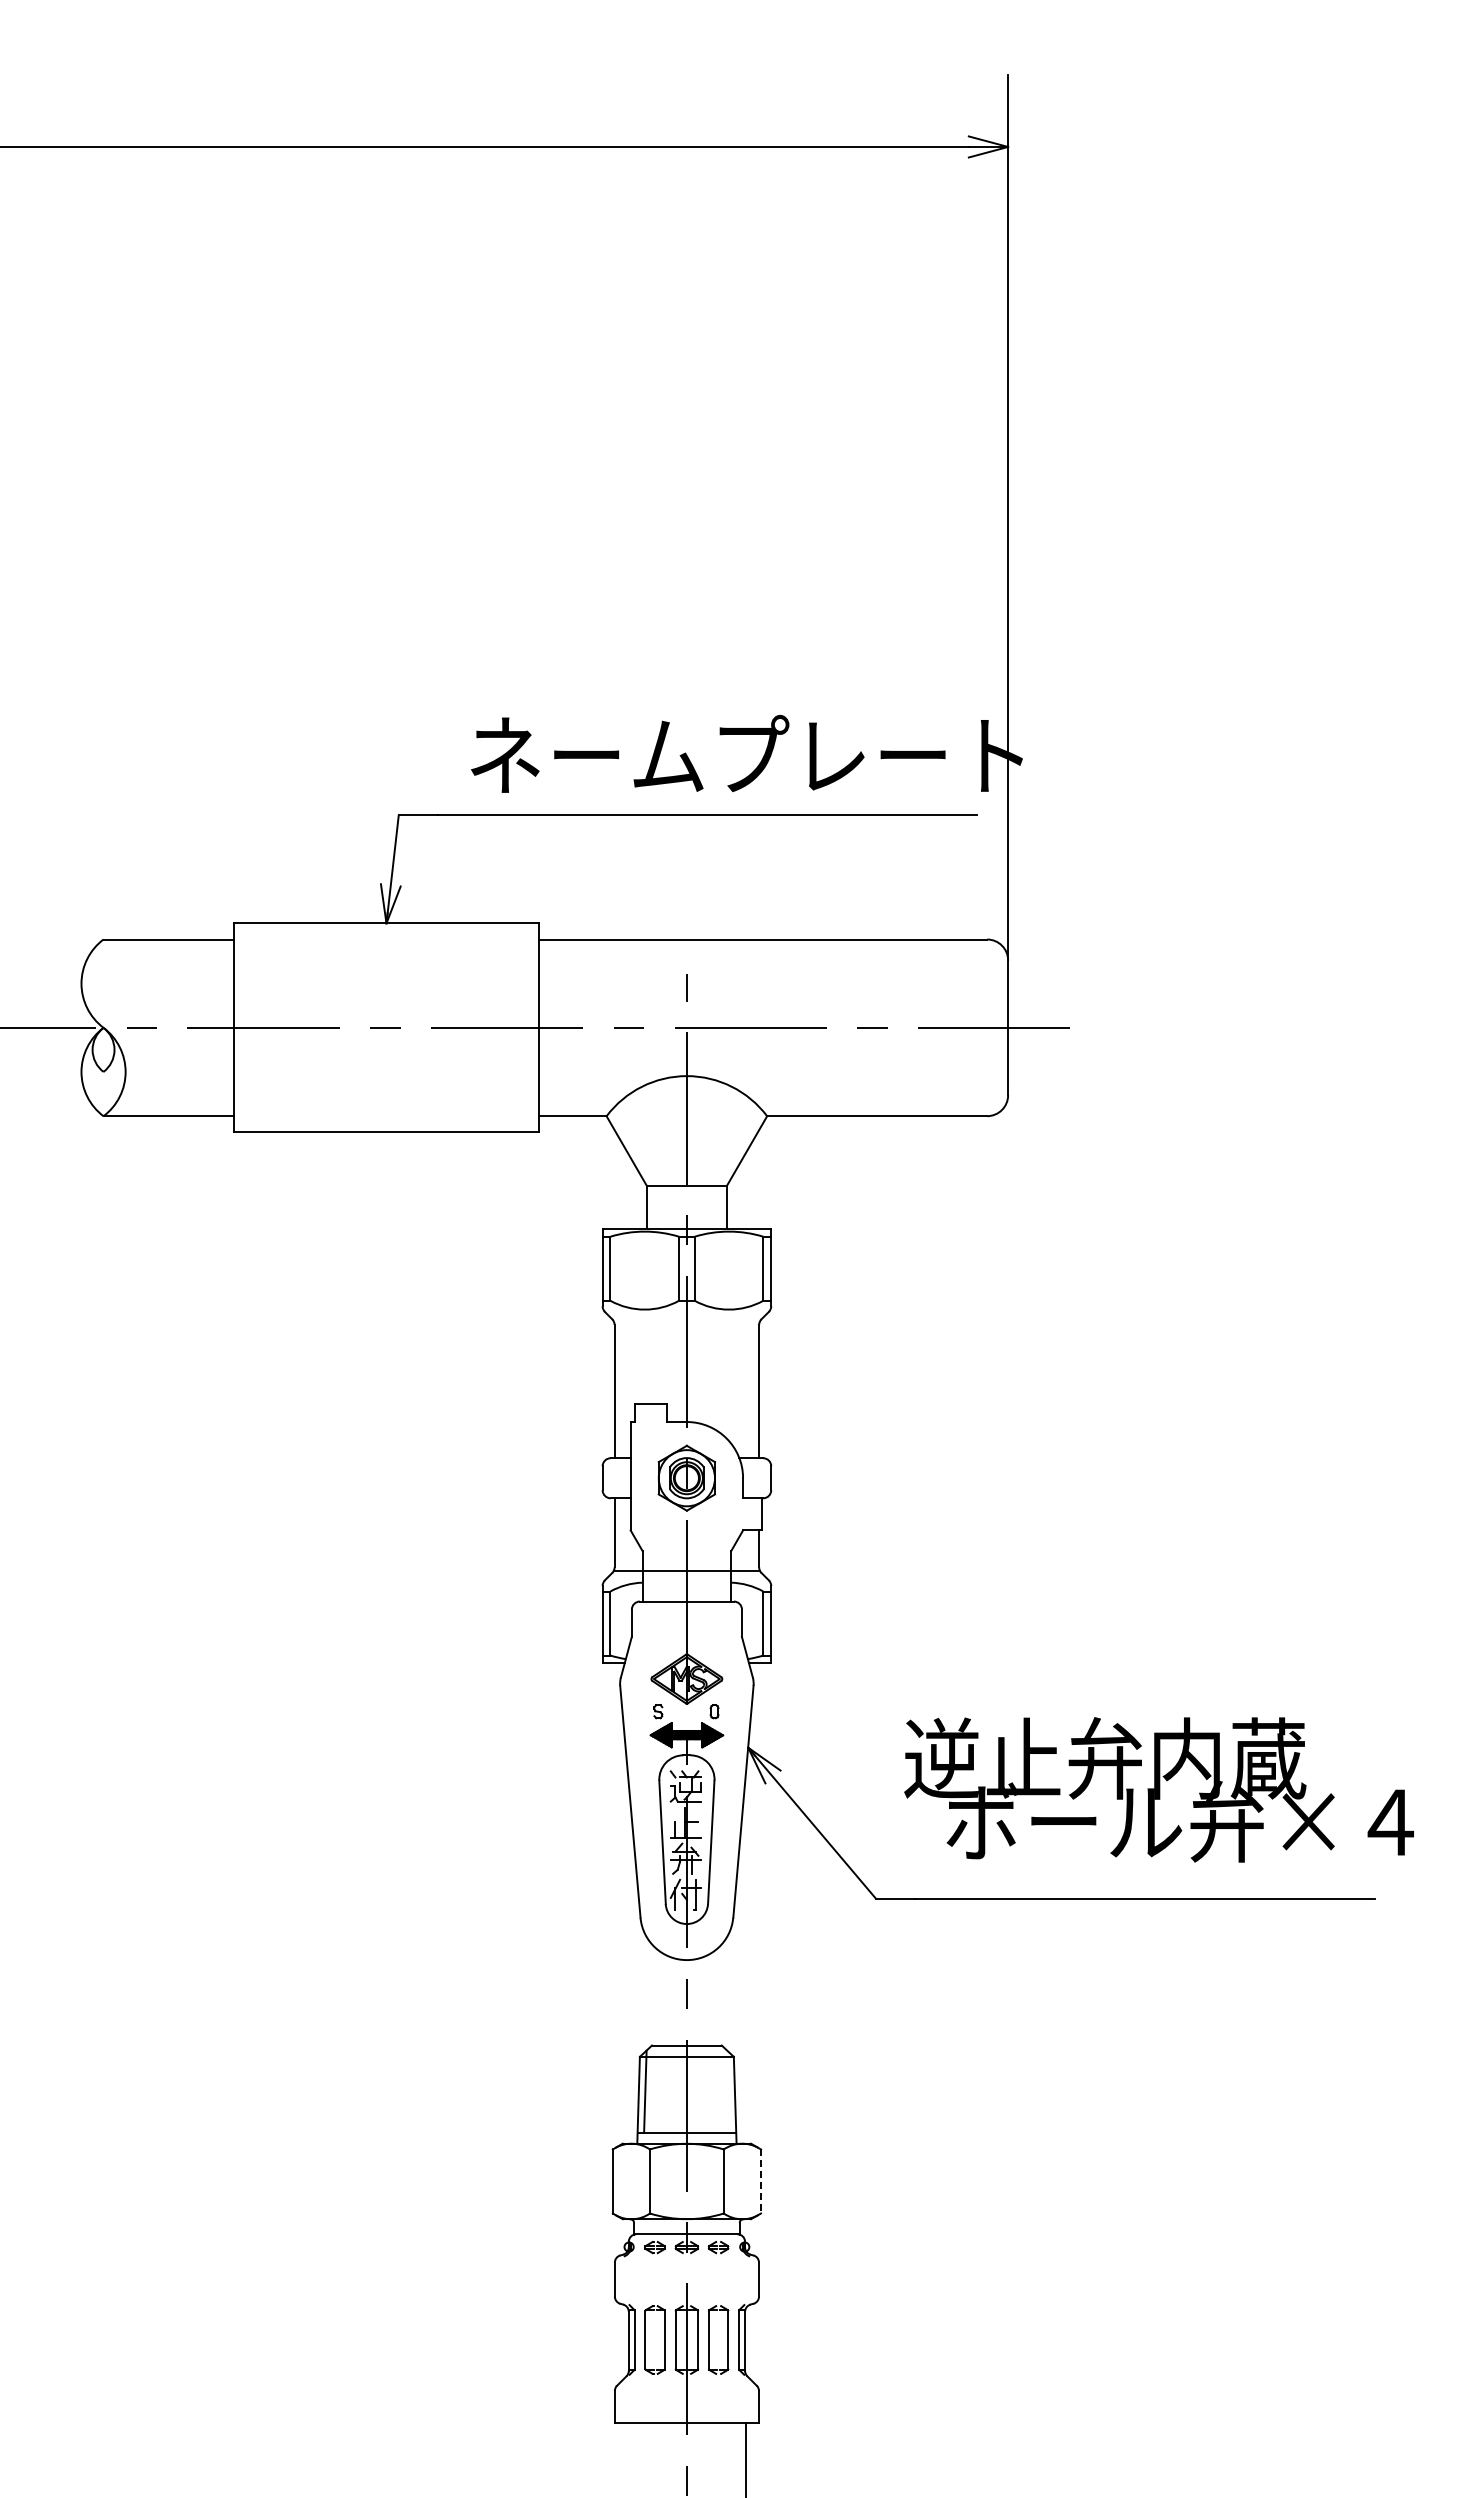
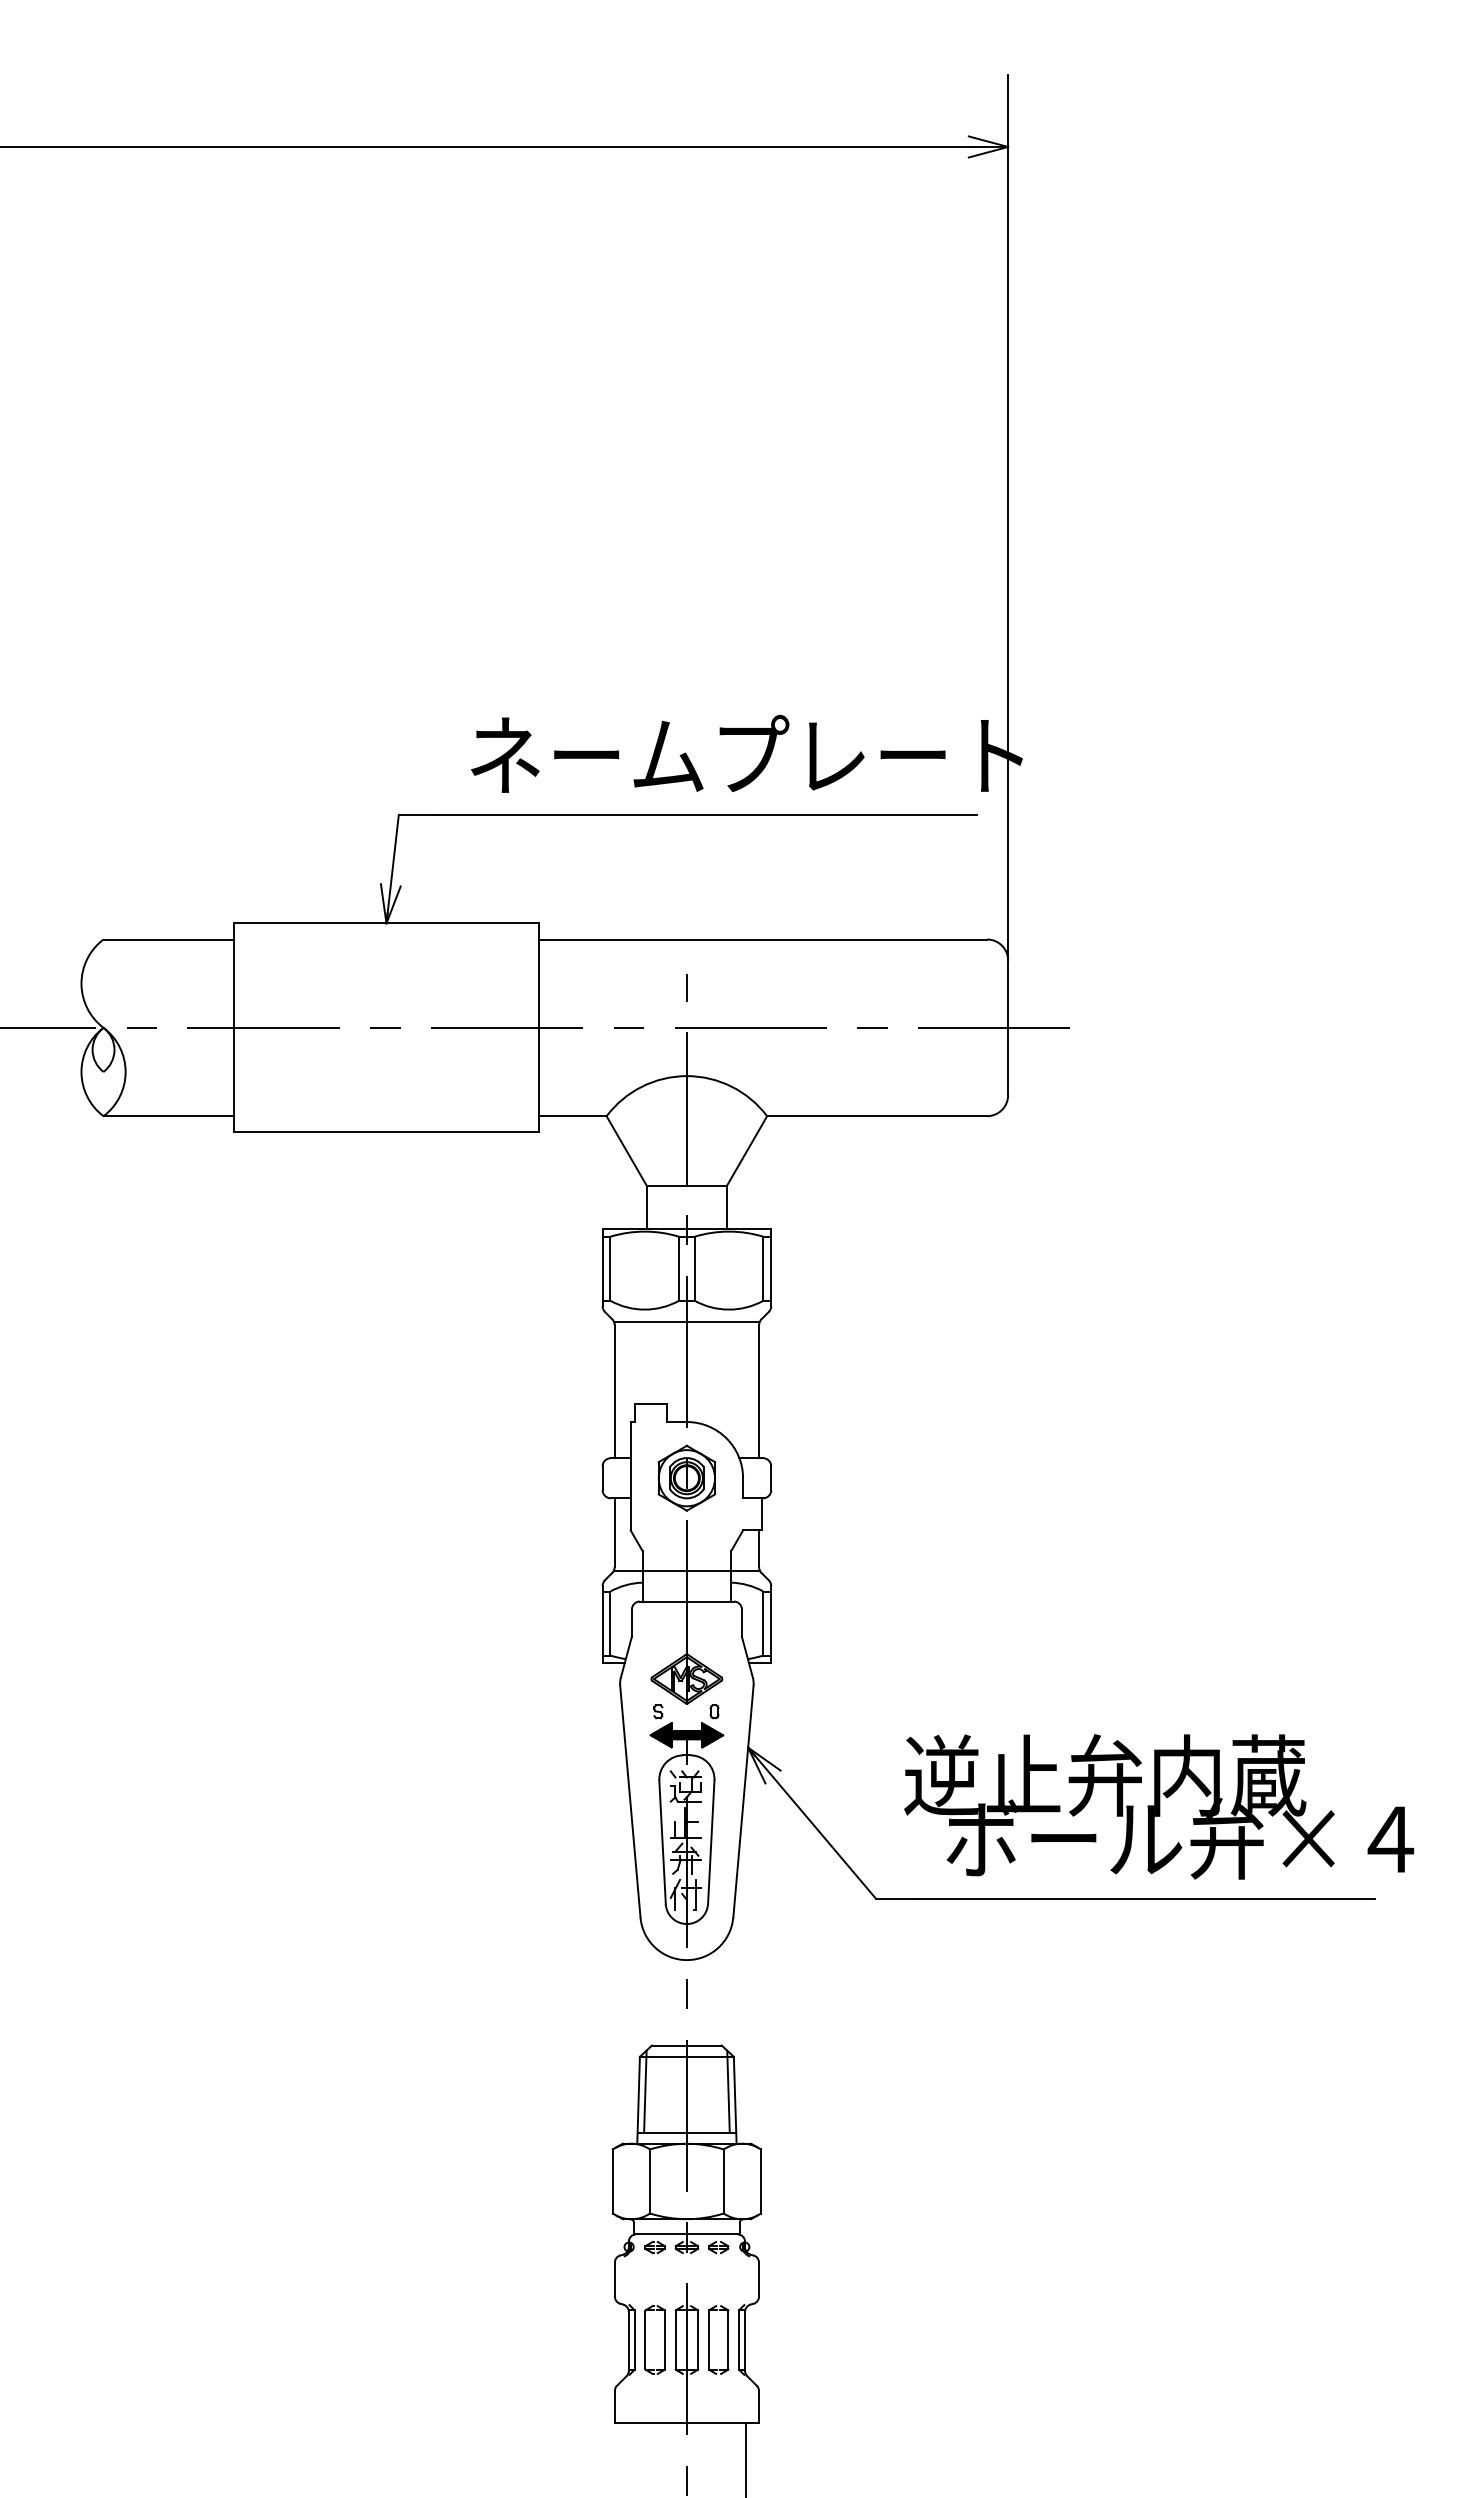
line at (686, 1321): none -> present
text at (1158, 1789) position: (1158, 1789) -> (1158, 1806)
line at (728, 2091): none -> present
line at (761, 2181): dashed -> solid
